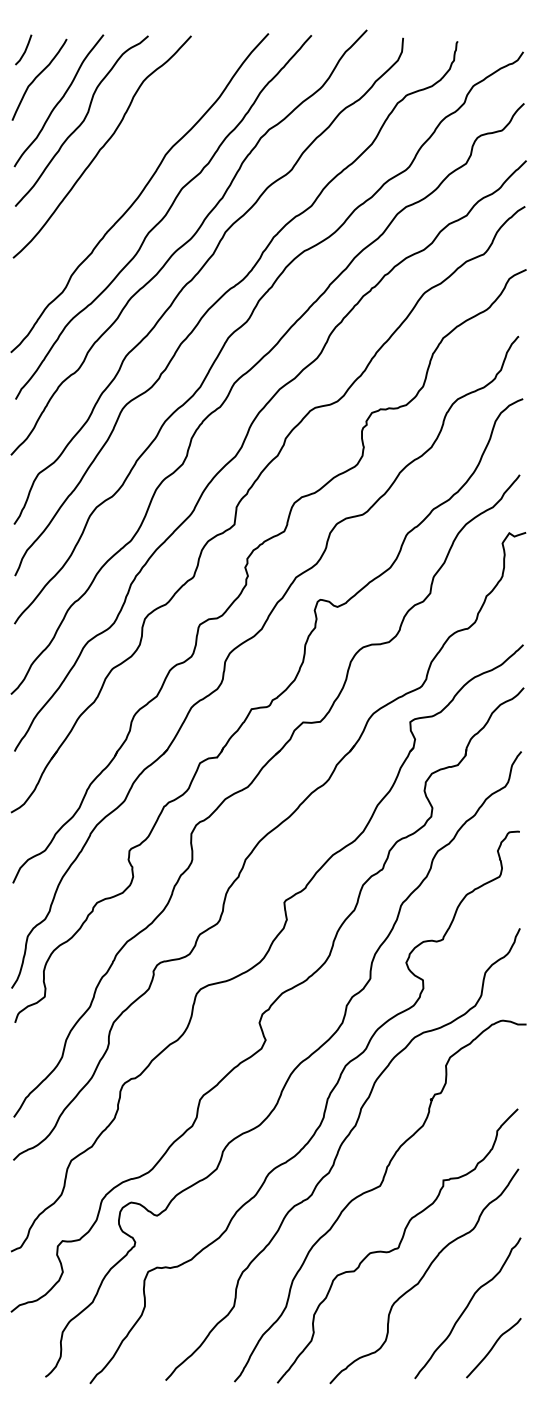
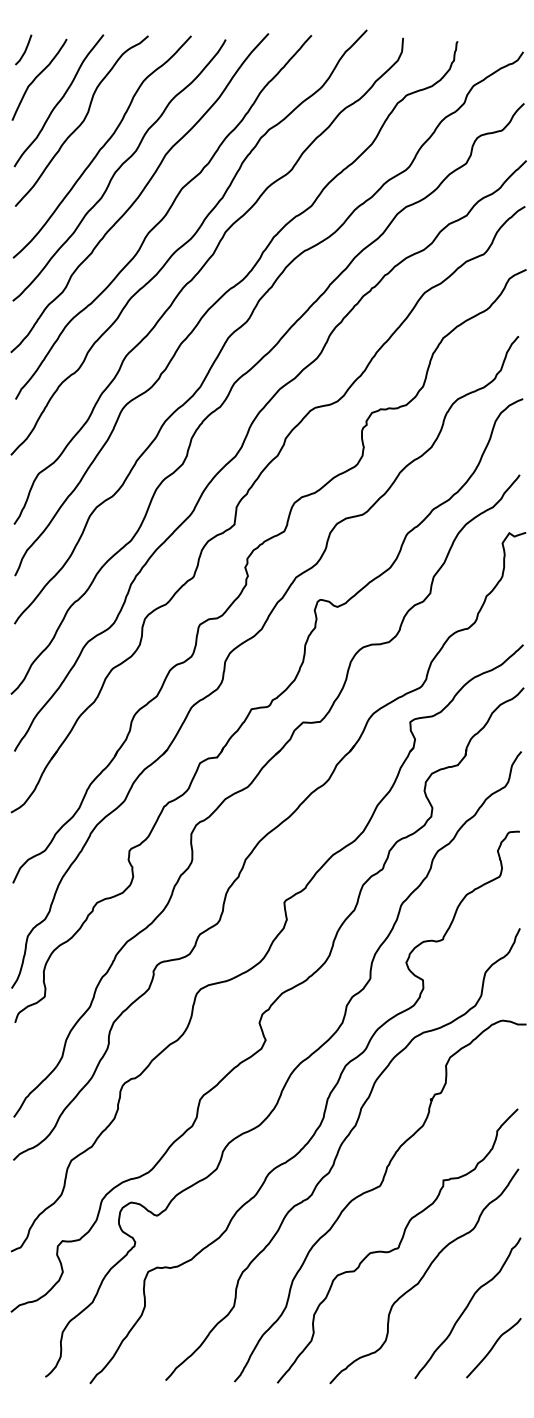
curve at (119, 169): none -> present
